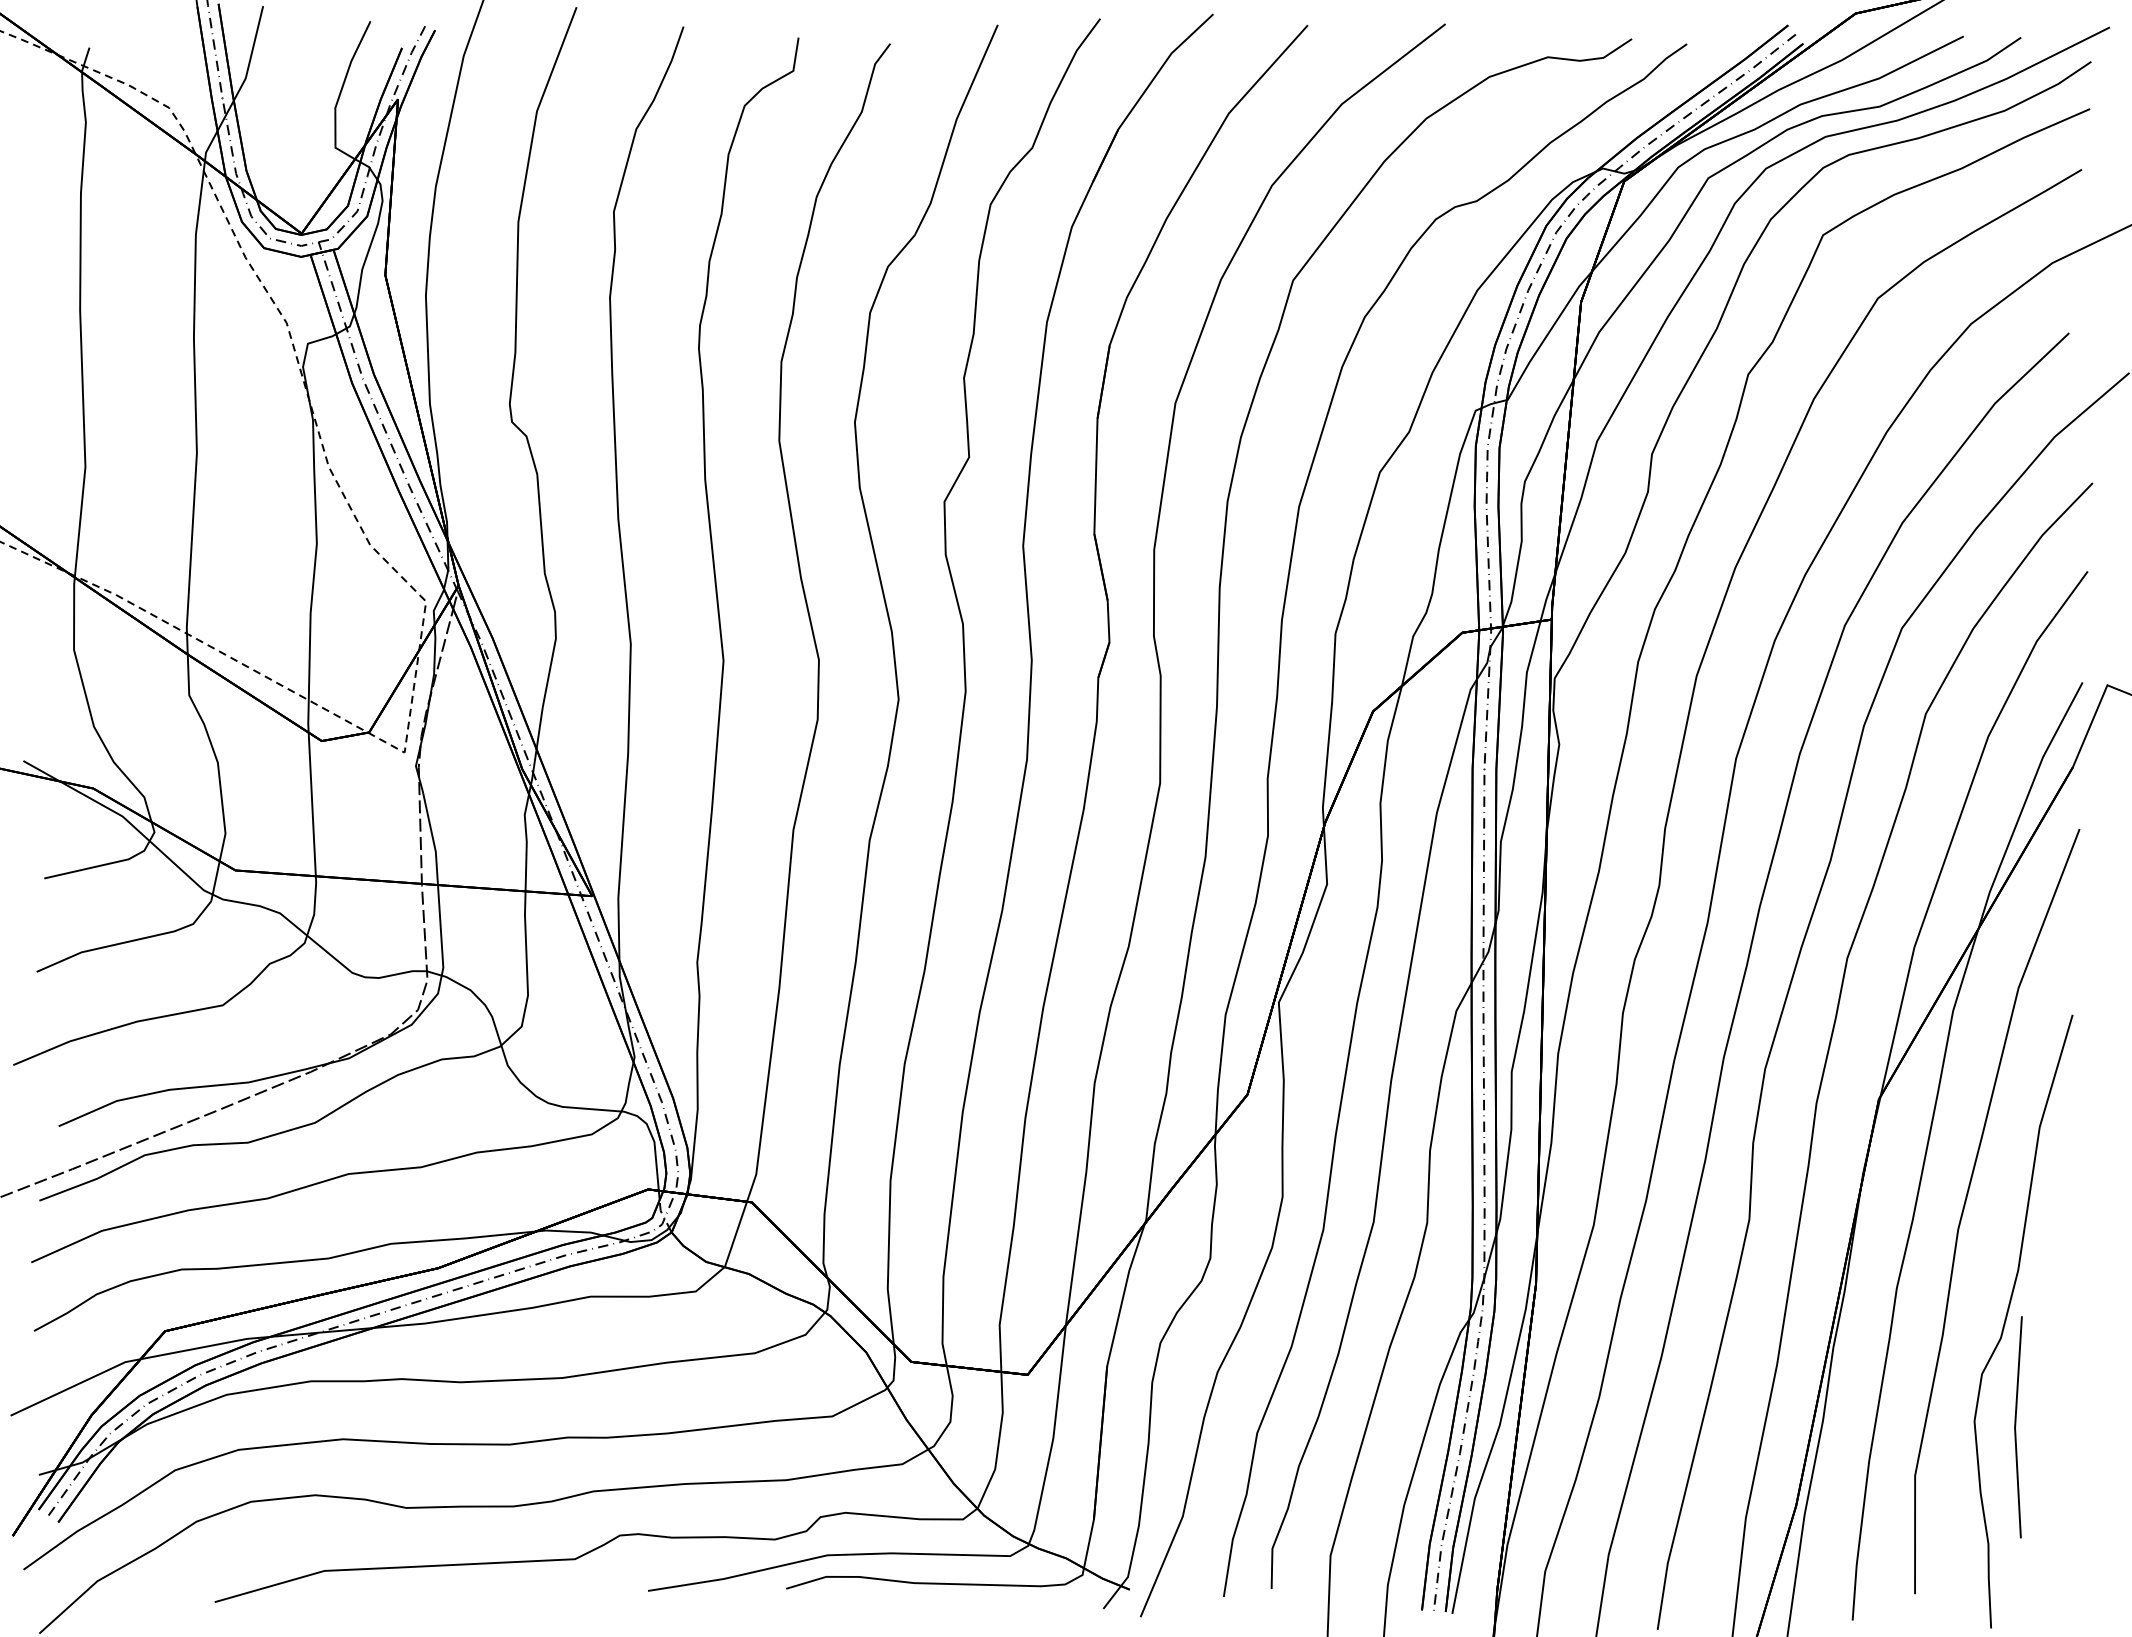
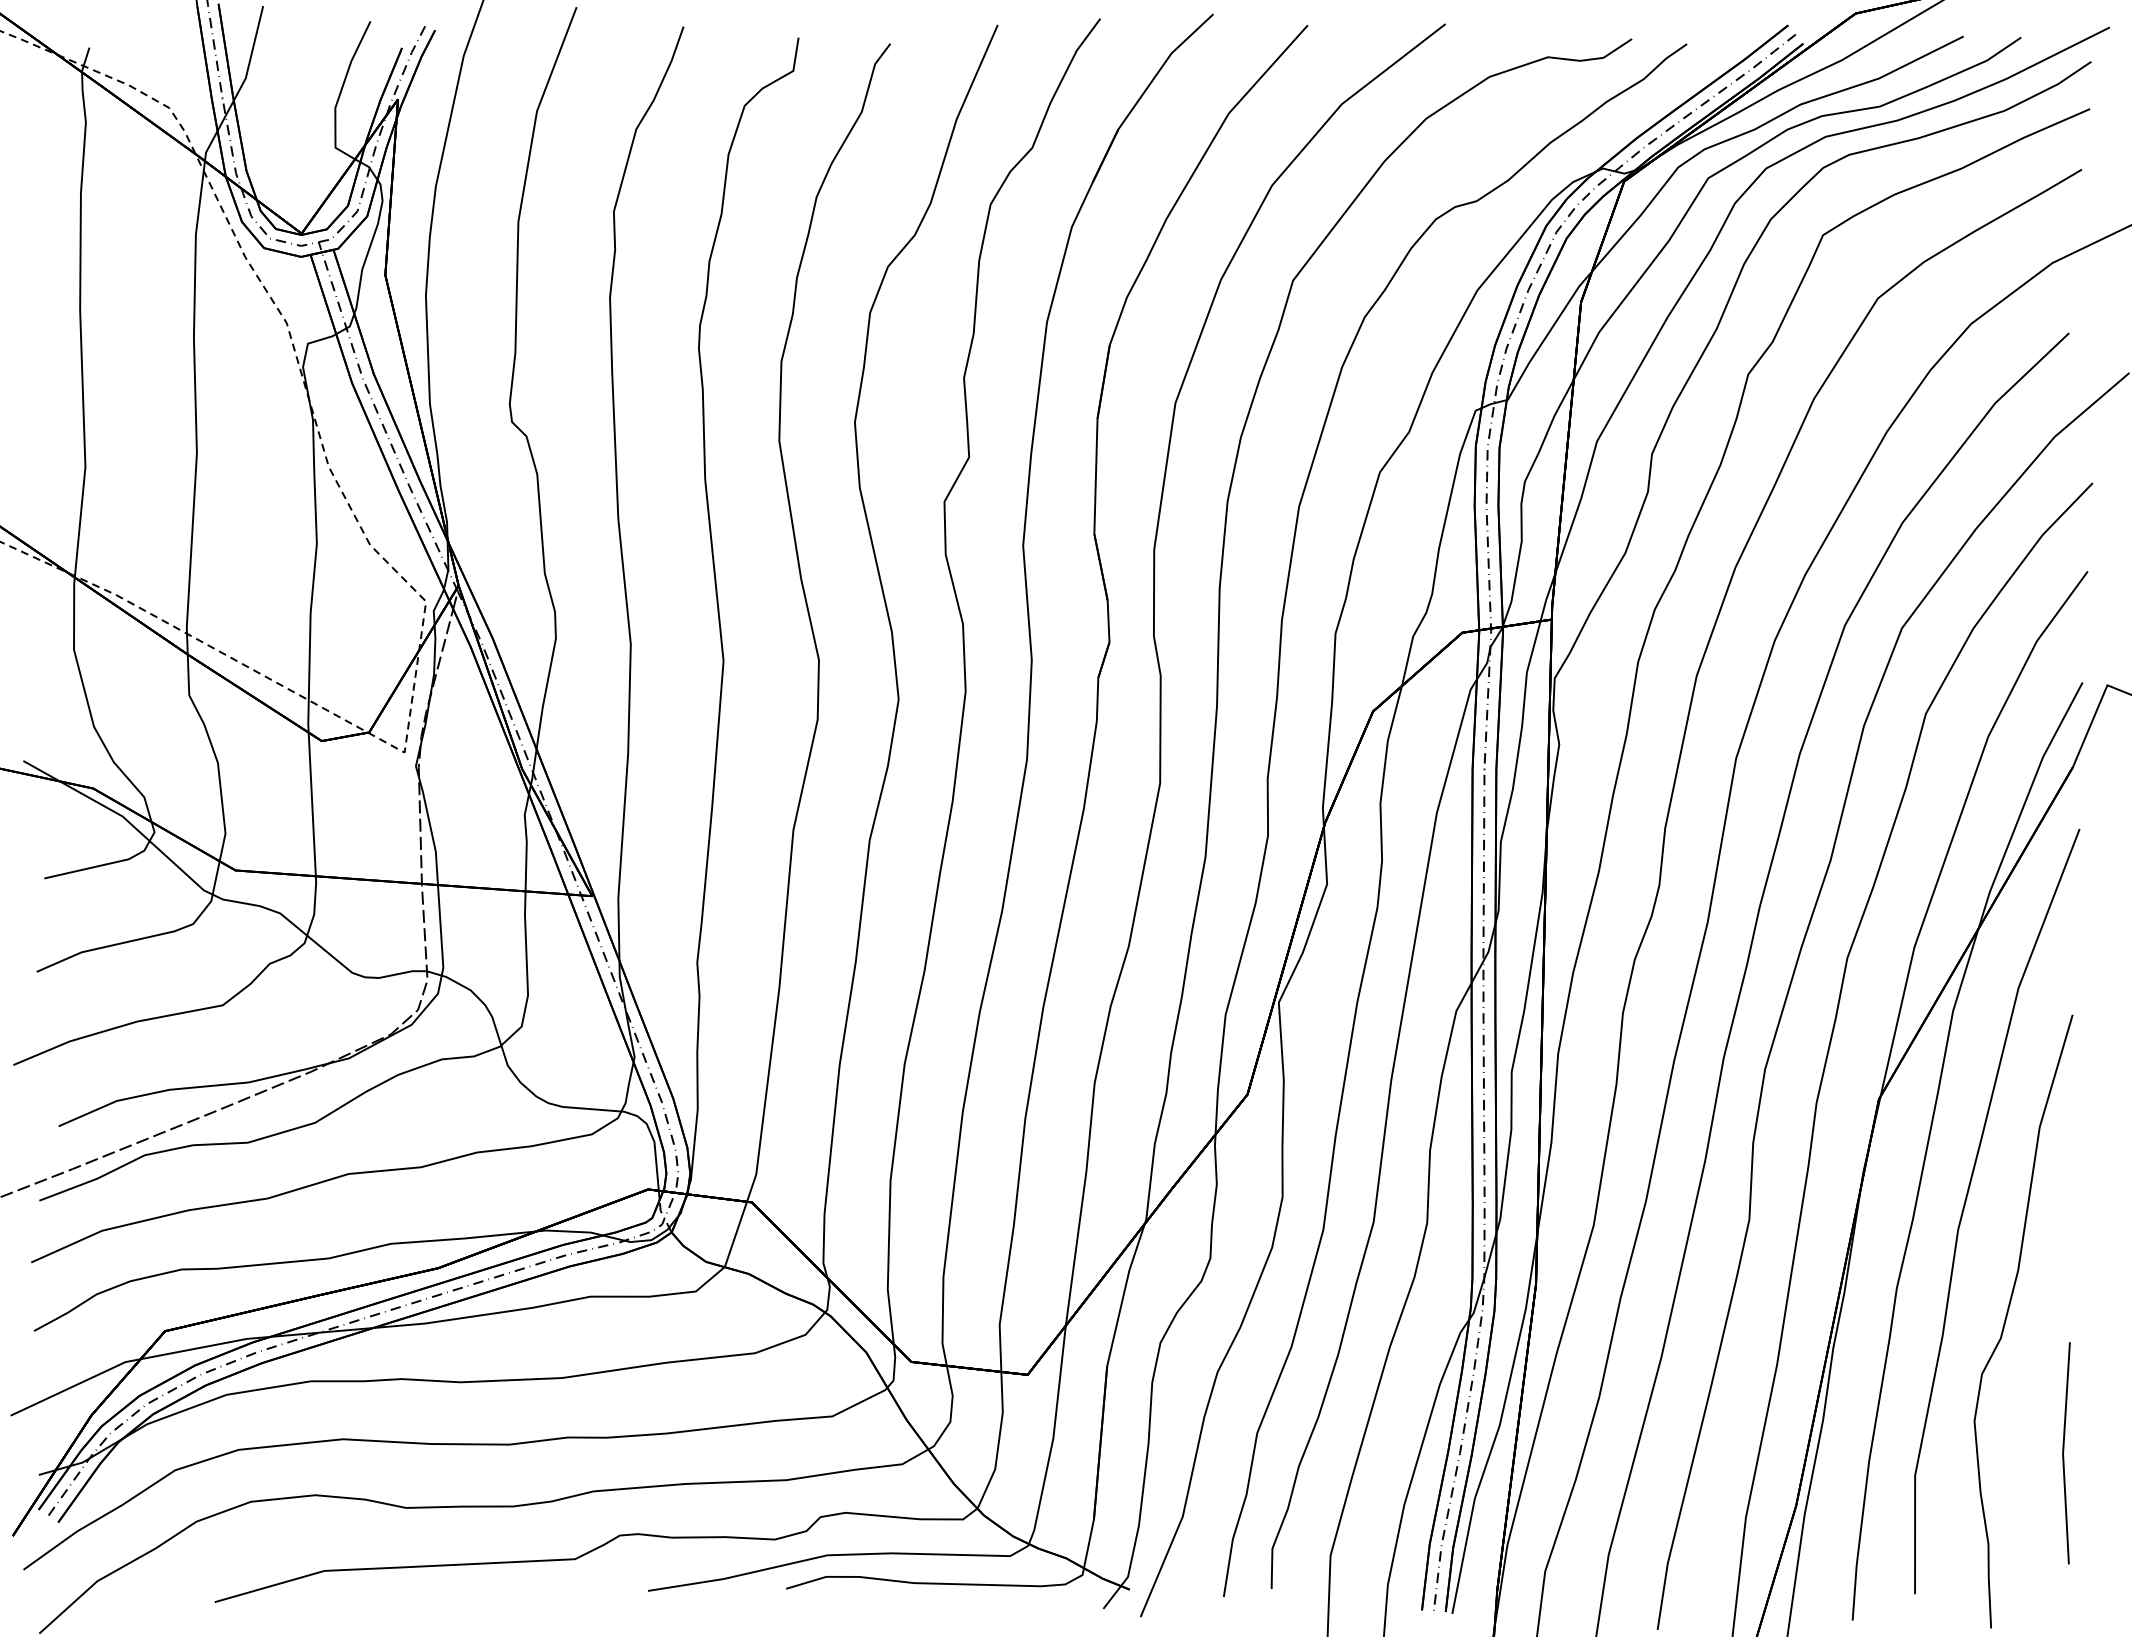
line at (2016, 1425) position: (2016, 1425) -> (2064, 1451)
